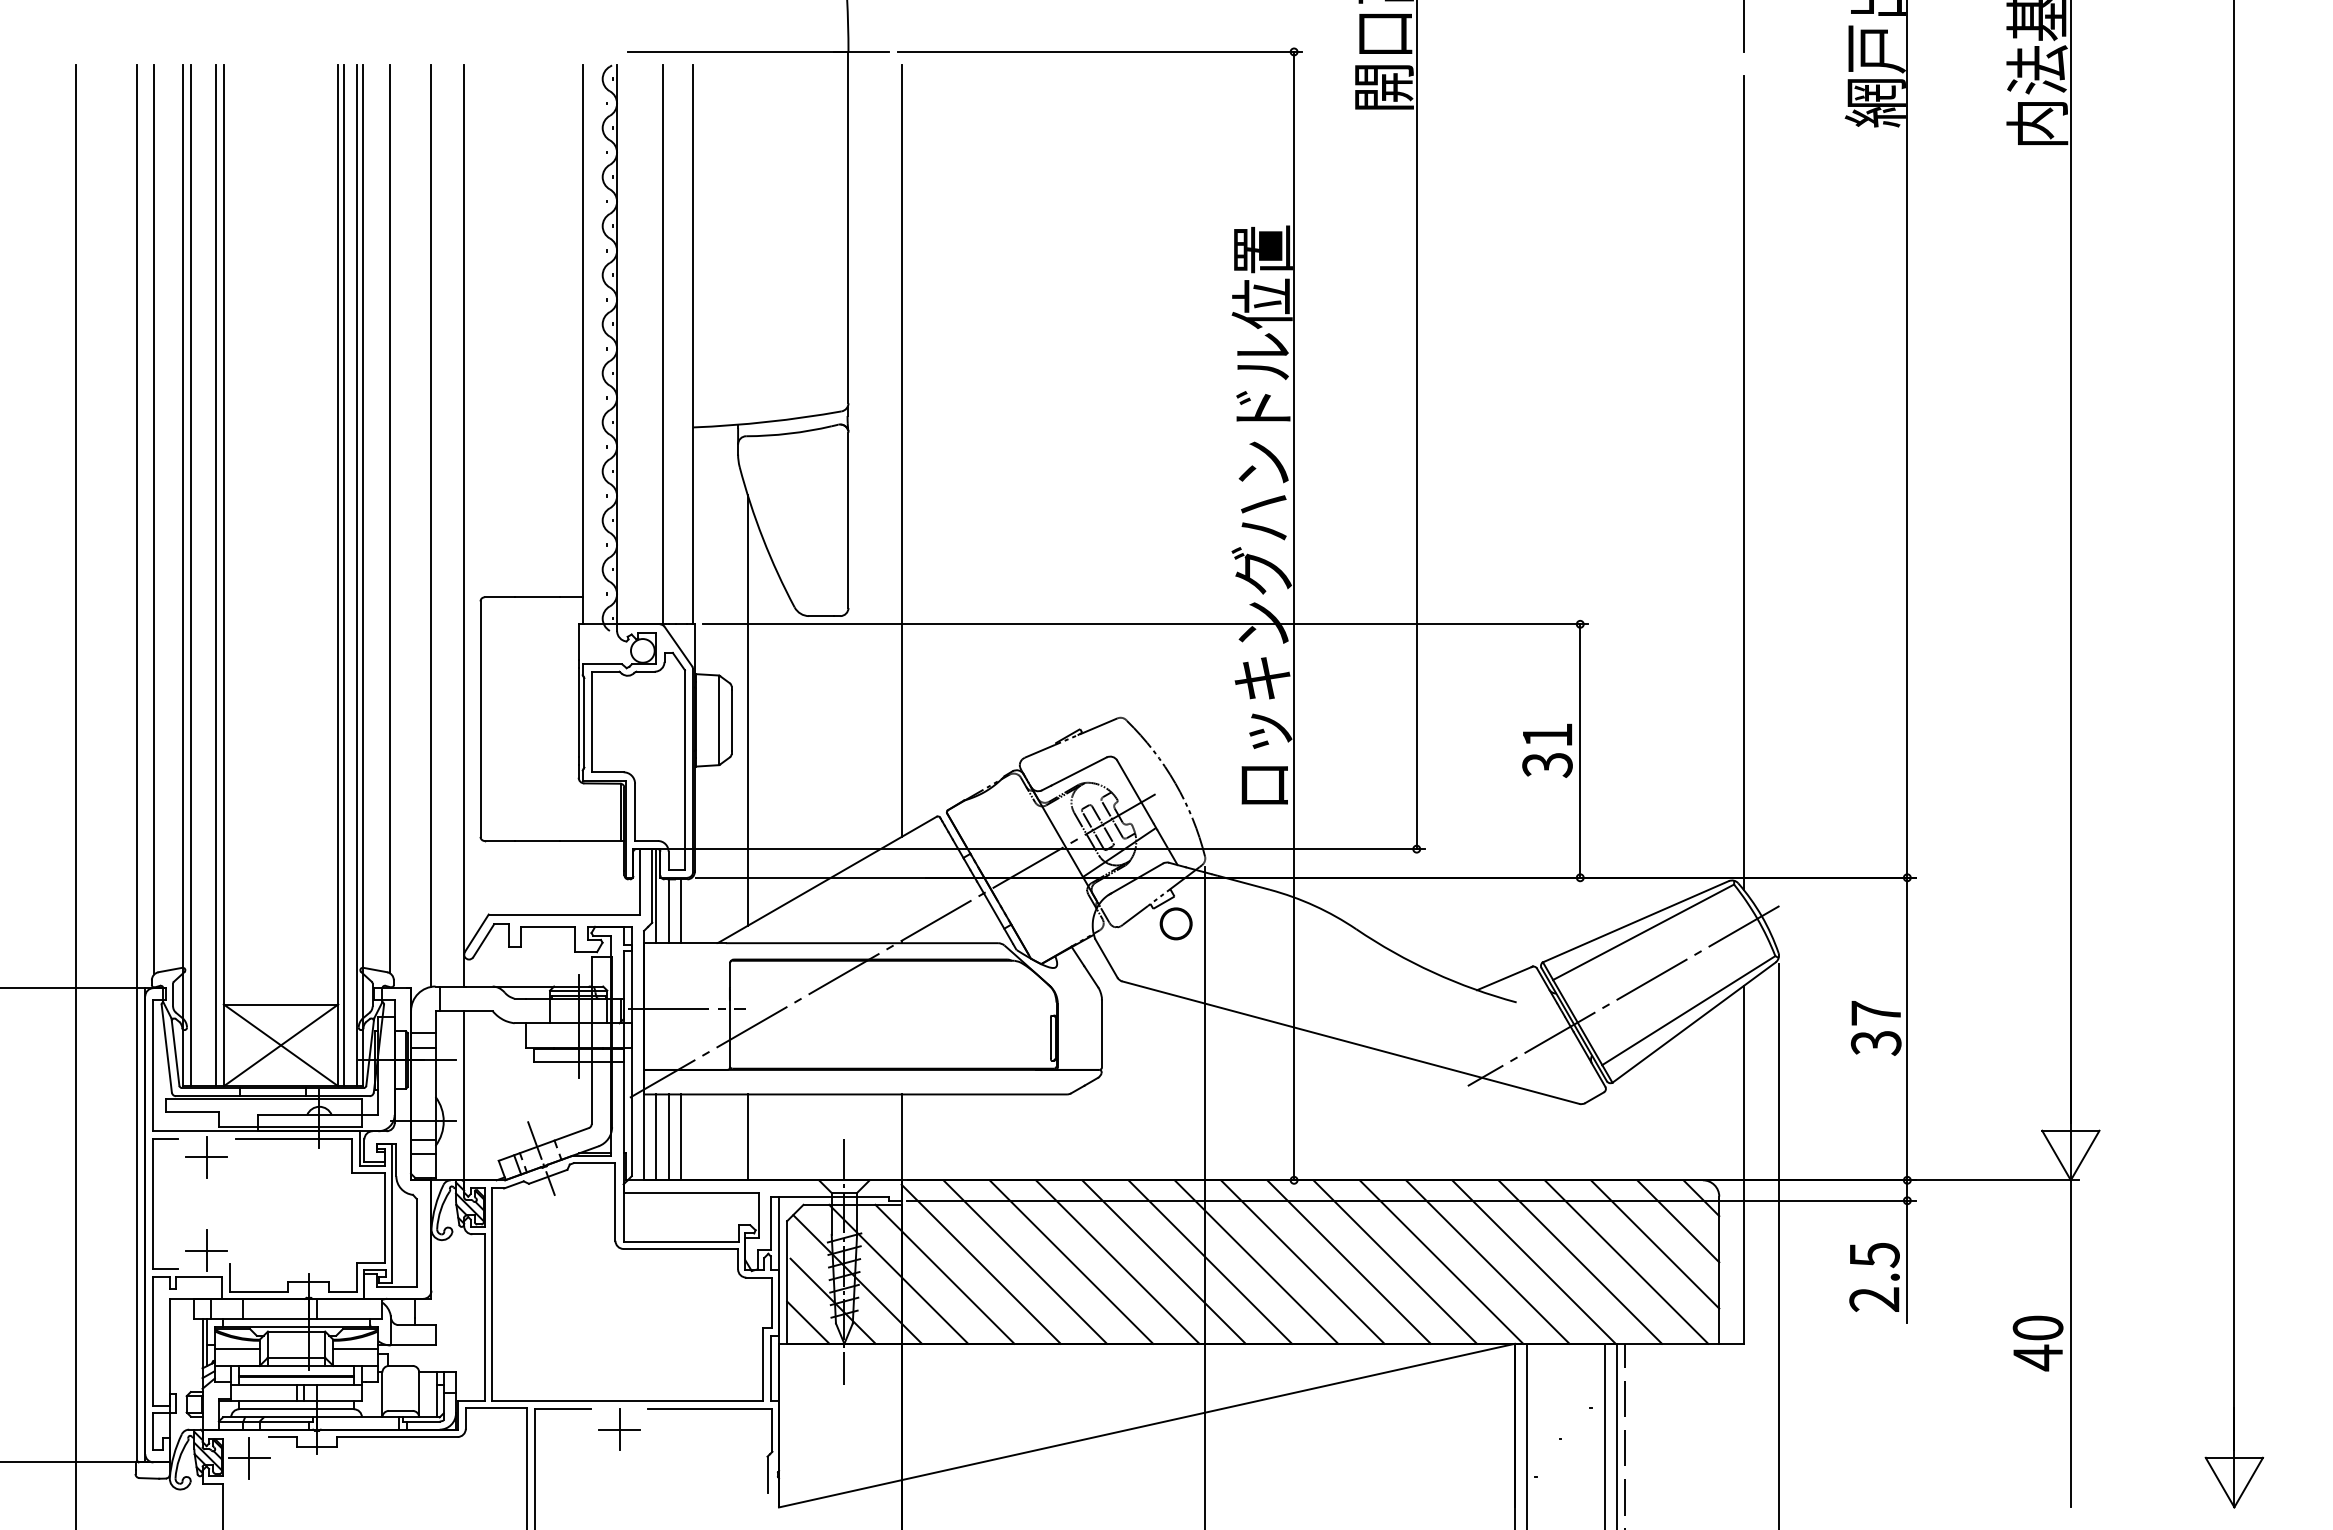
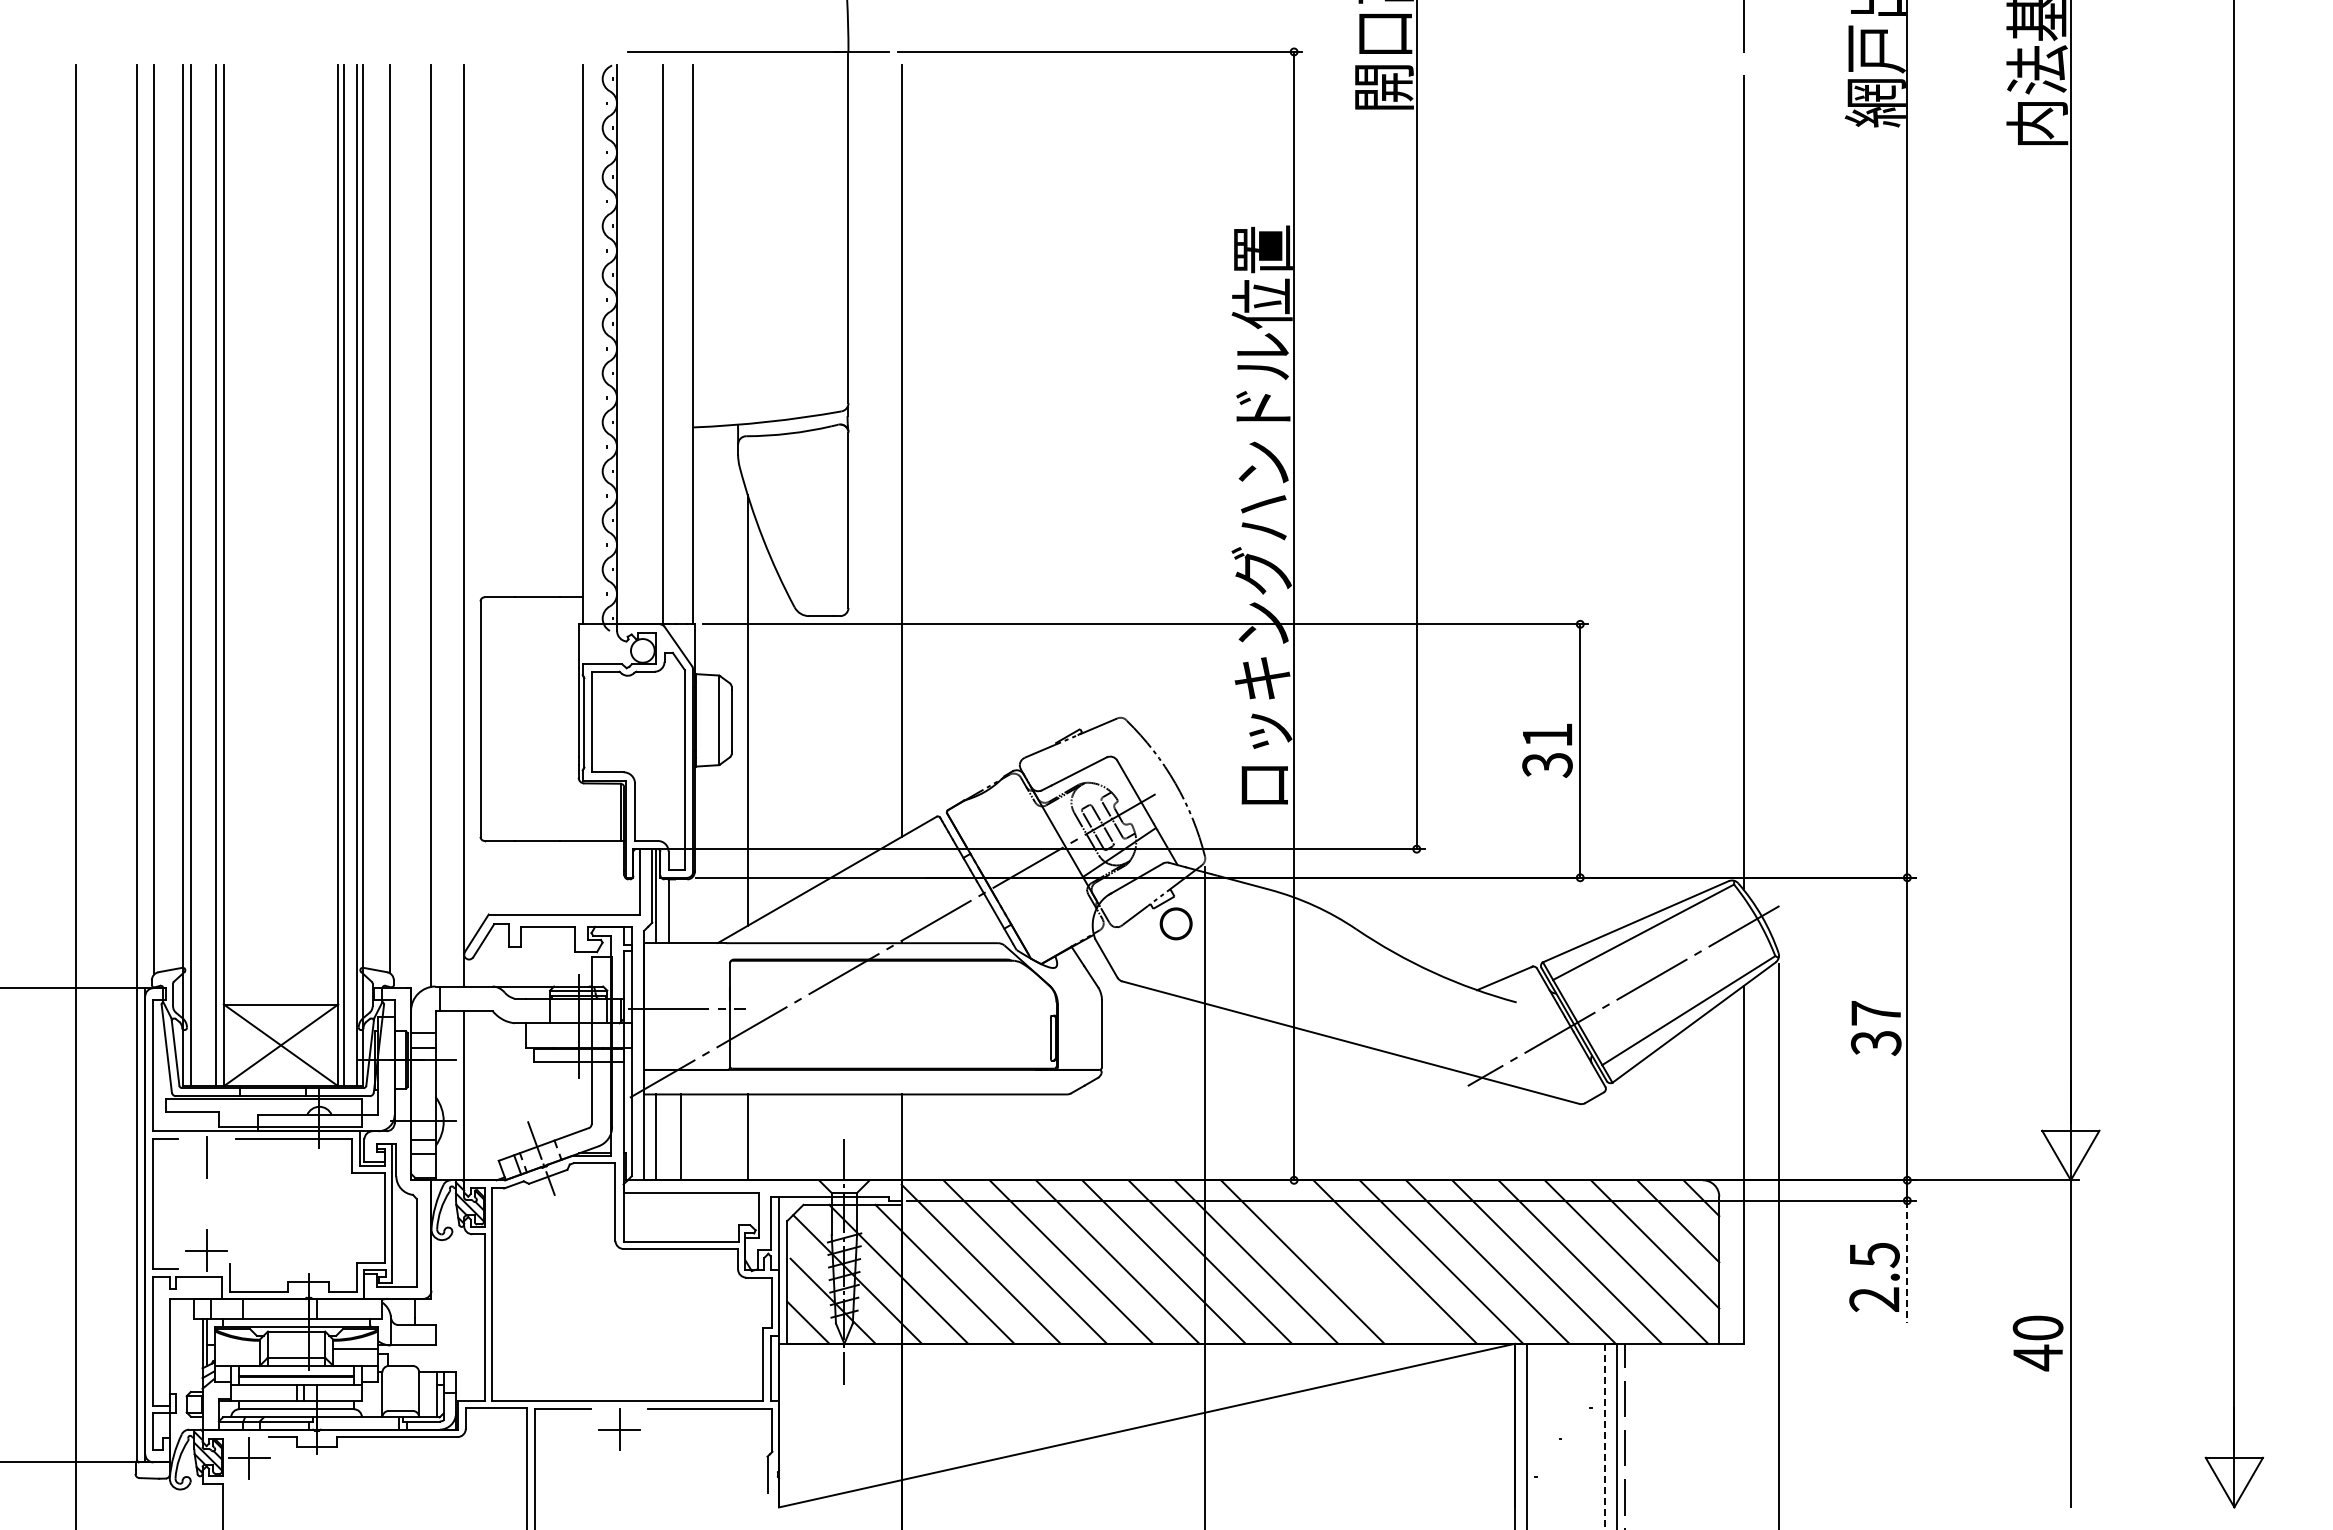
line at (680, 911): present -> none
line at (668, 1137): present -> none
line at (206, 1157): present -> none
line at (1348, 1261): present -> none
line at (1907, 1261): solid -> dashed
line at (236, 1349): present -> none
line at (1604, 1436): solid -> dashed
